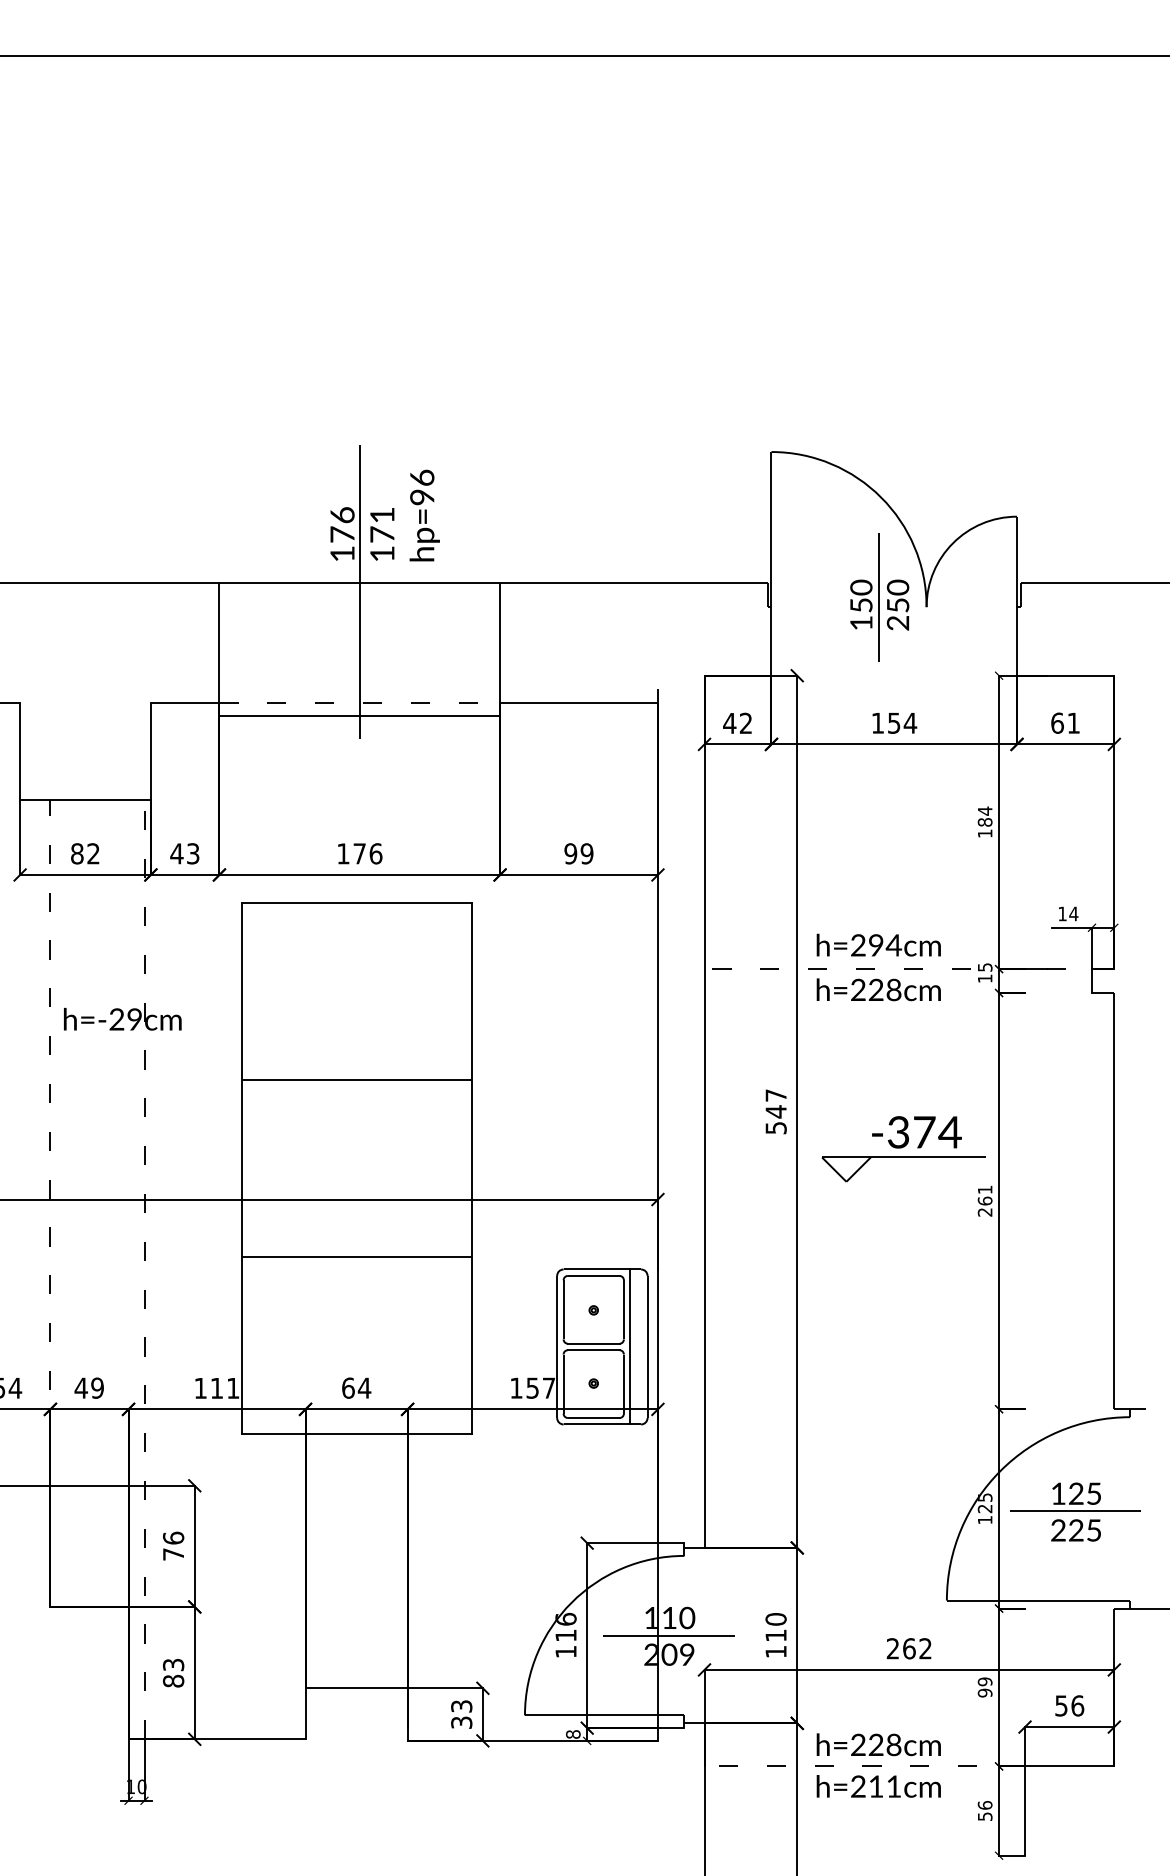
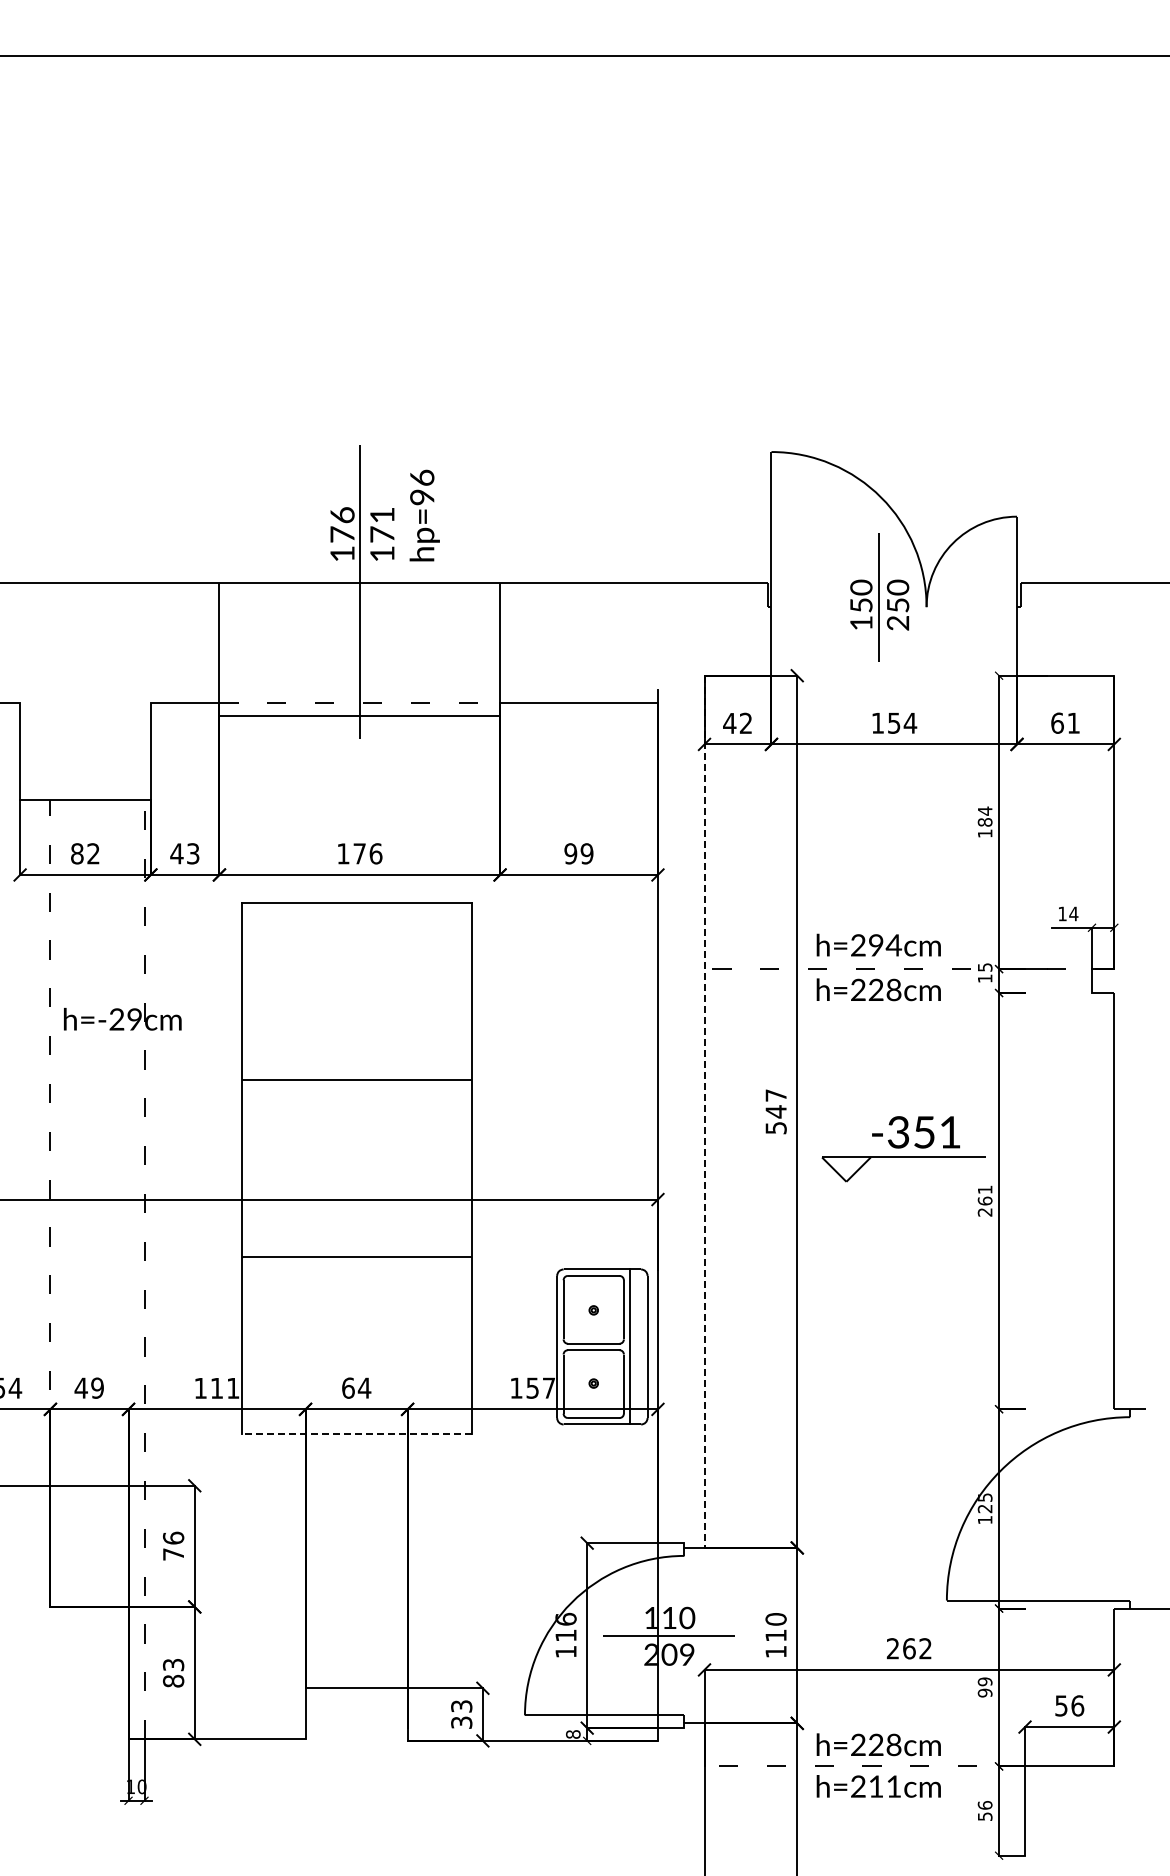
line at (704, 1112): solid -> dashed
text at (937, 1132): -374 -> -351
line at (356, 1433): solid -> dashed
part at (1075, 1511): present -> none
